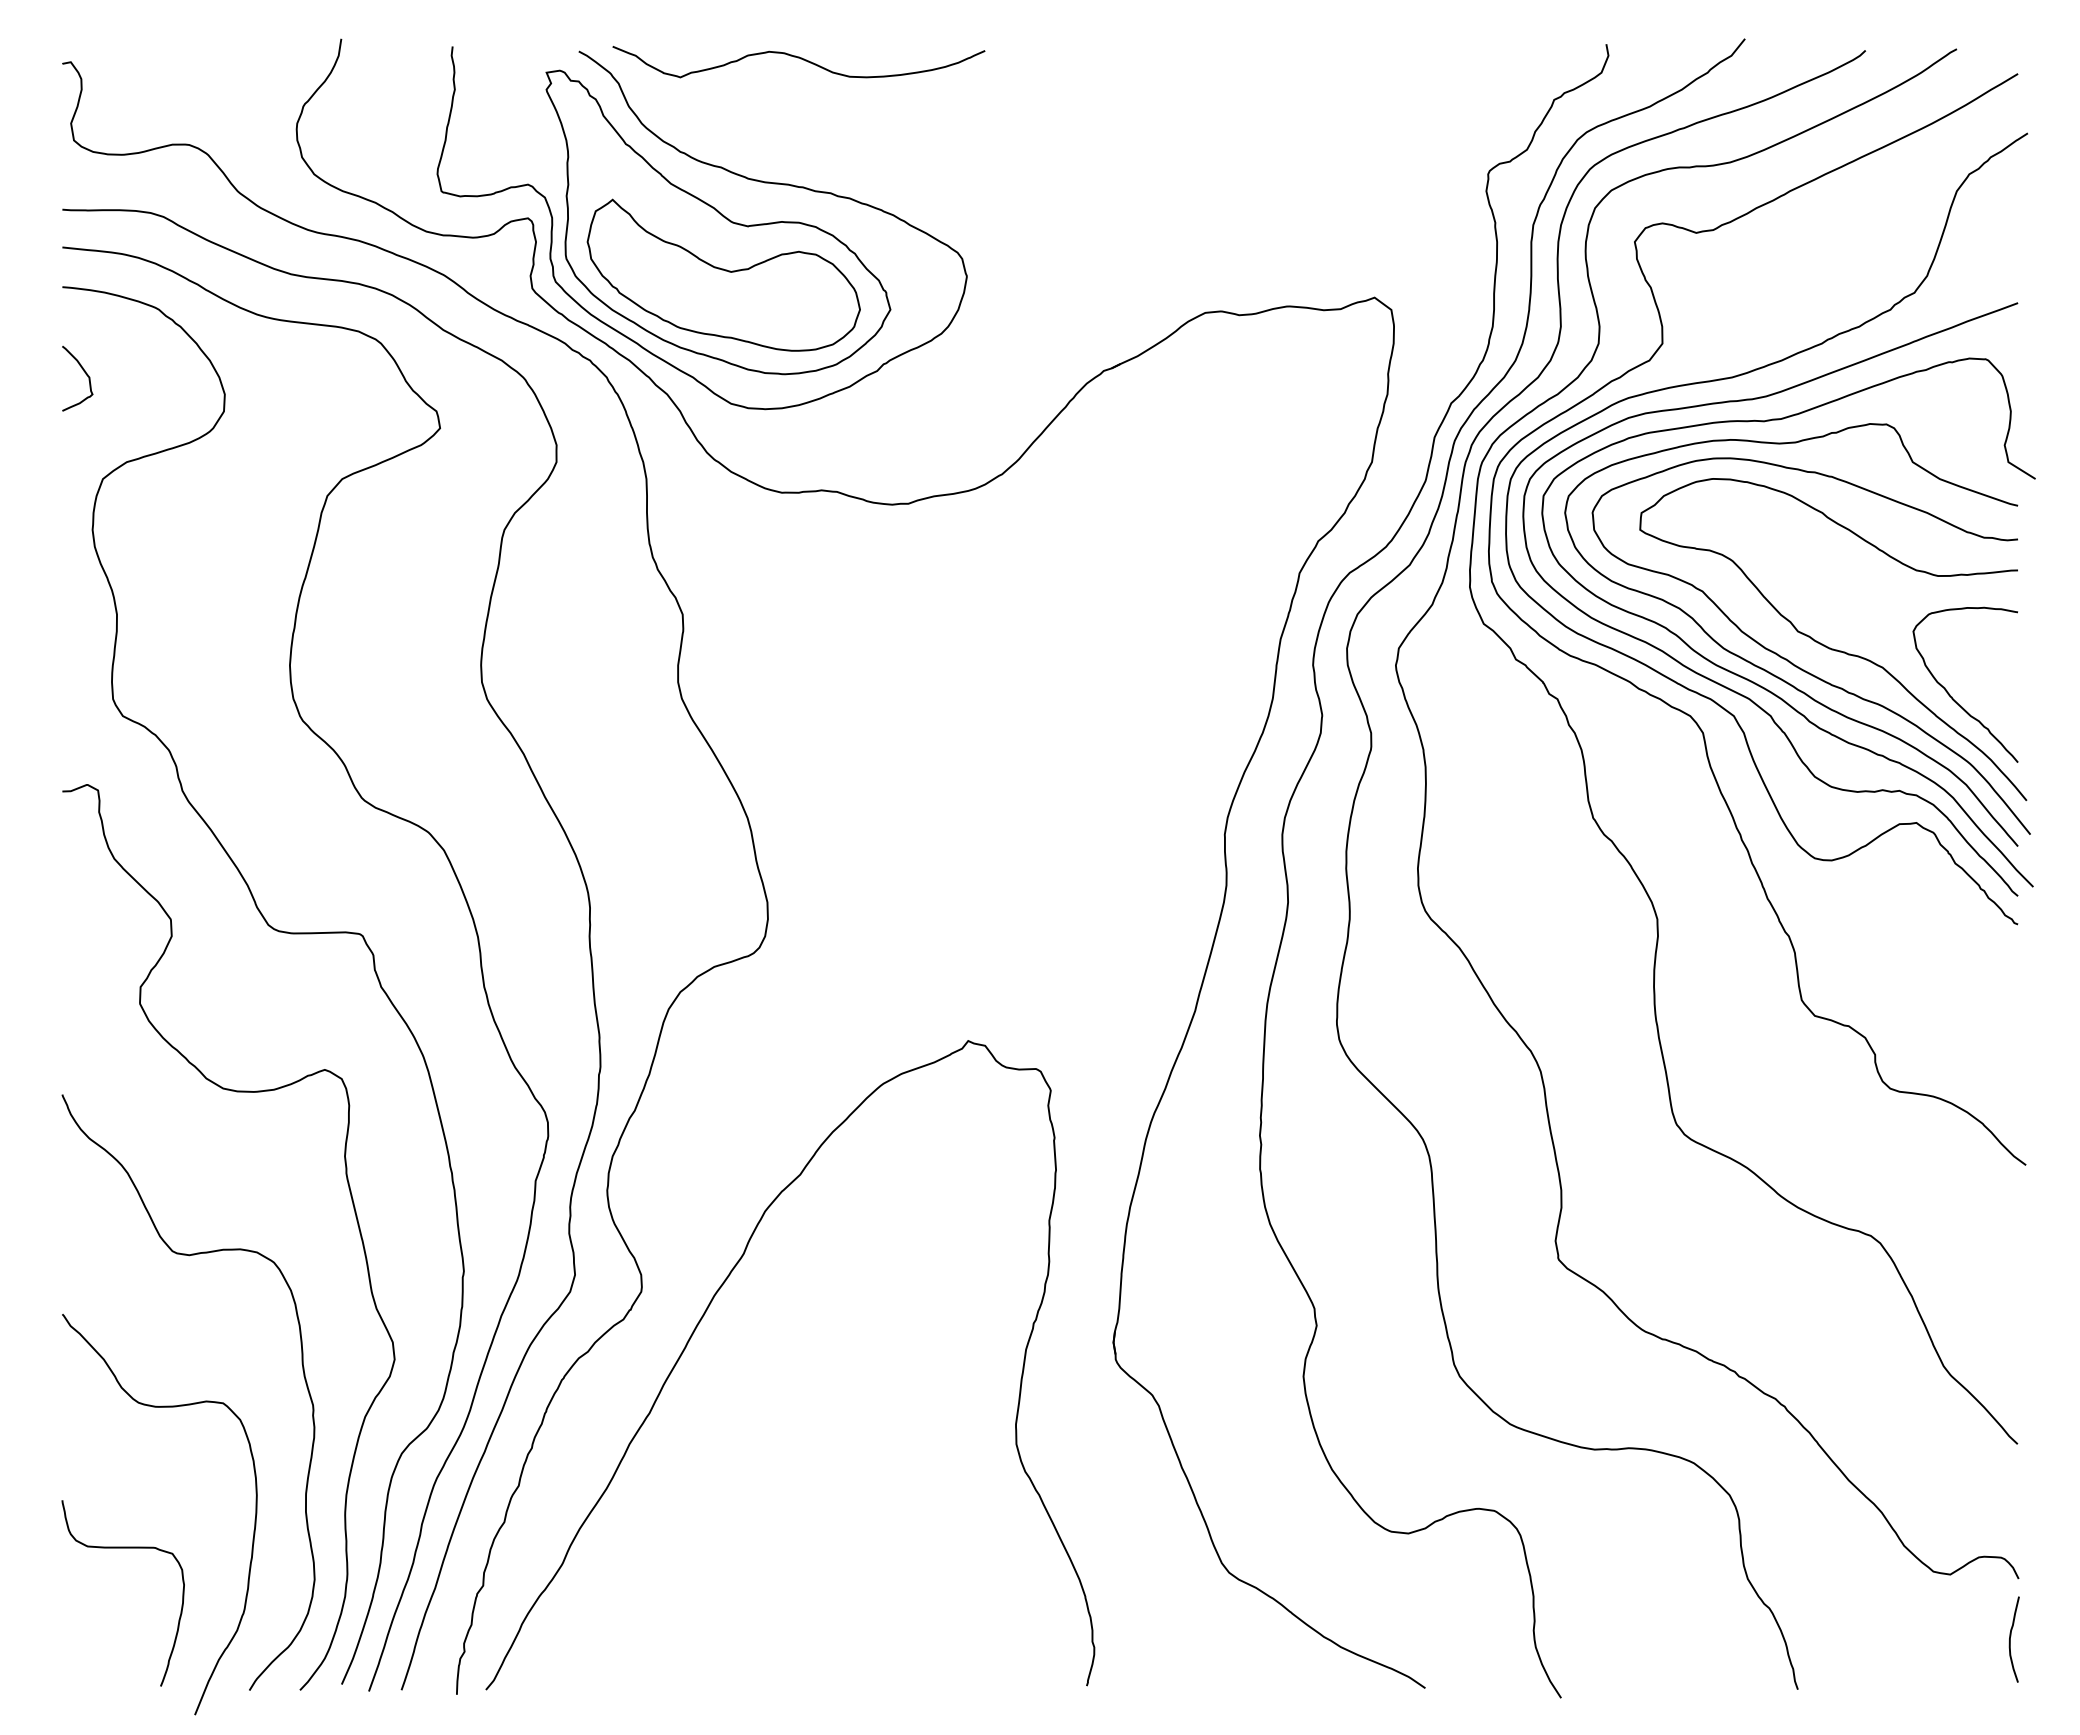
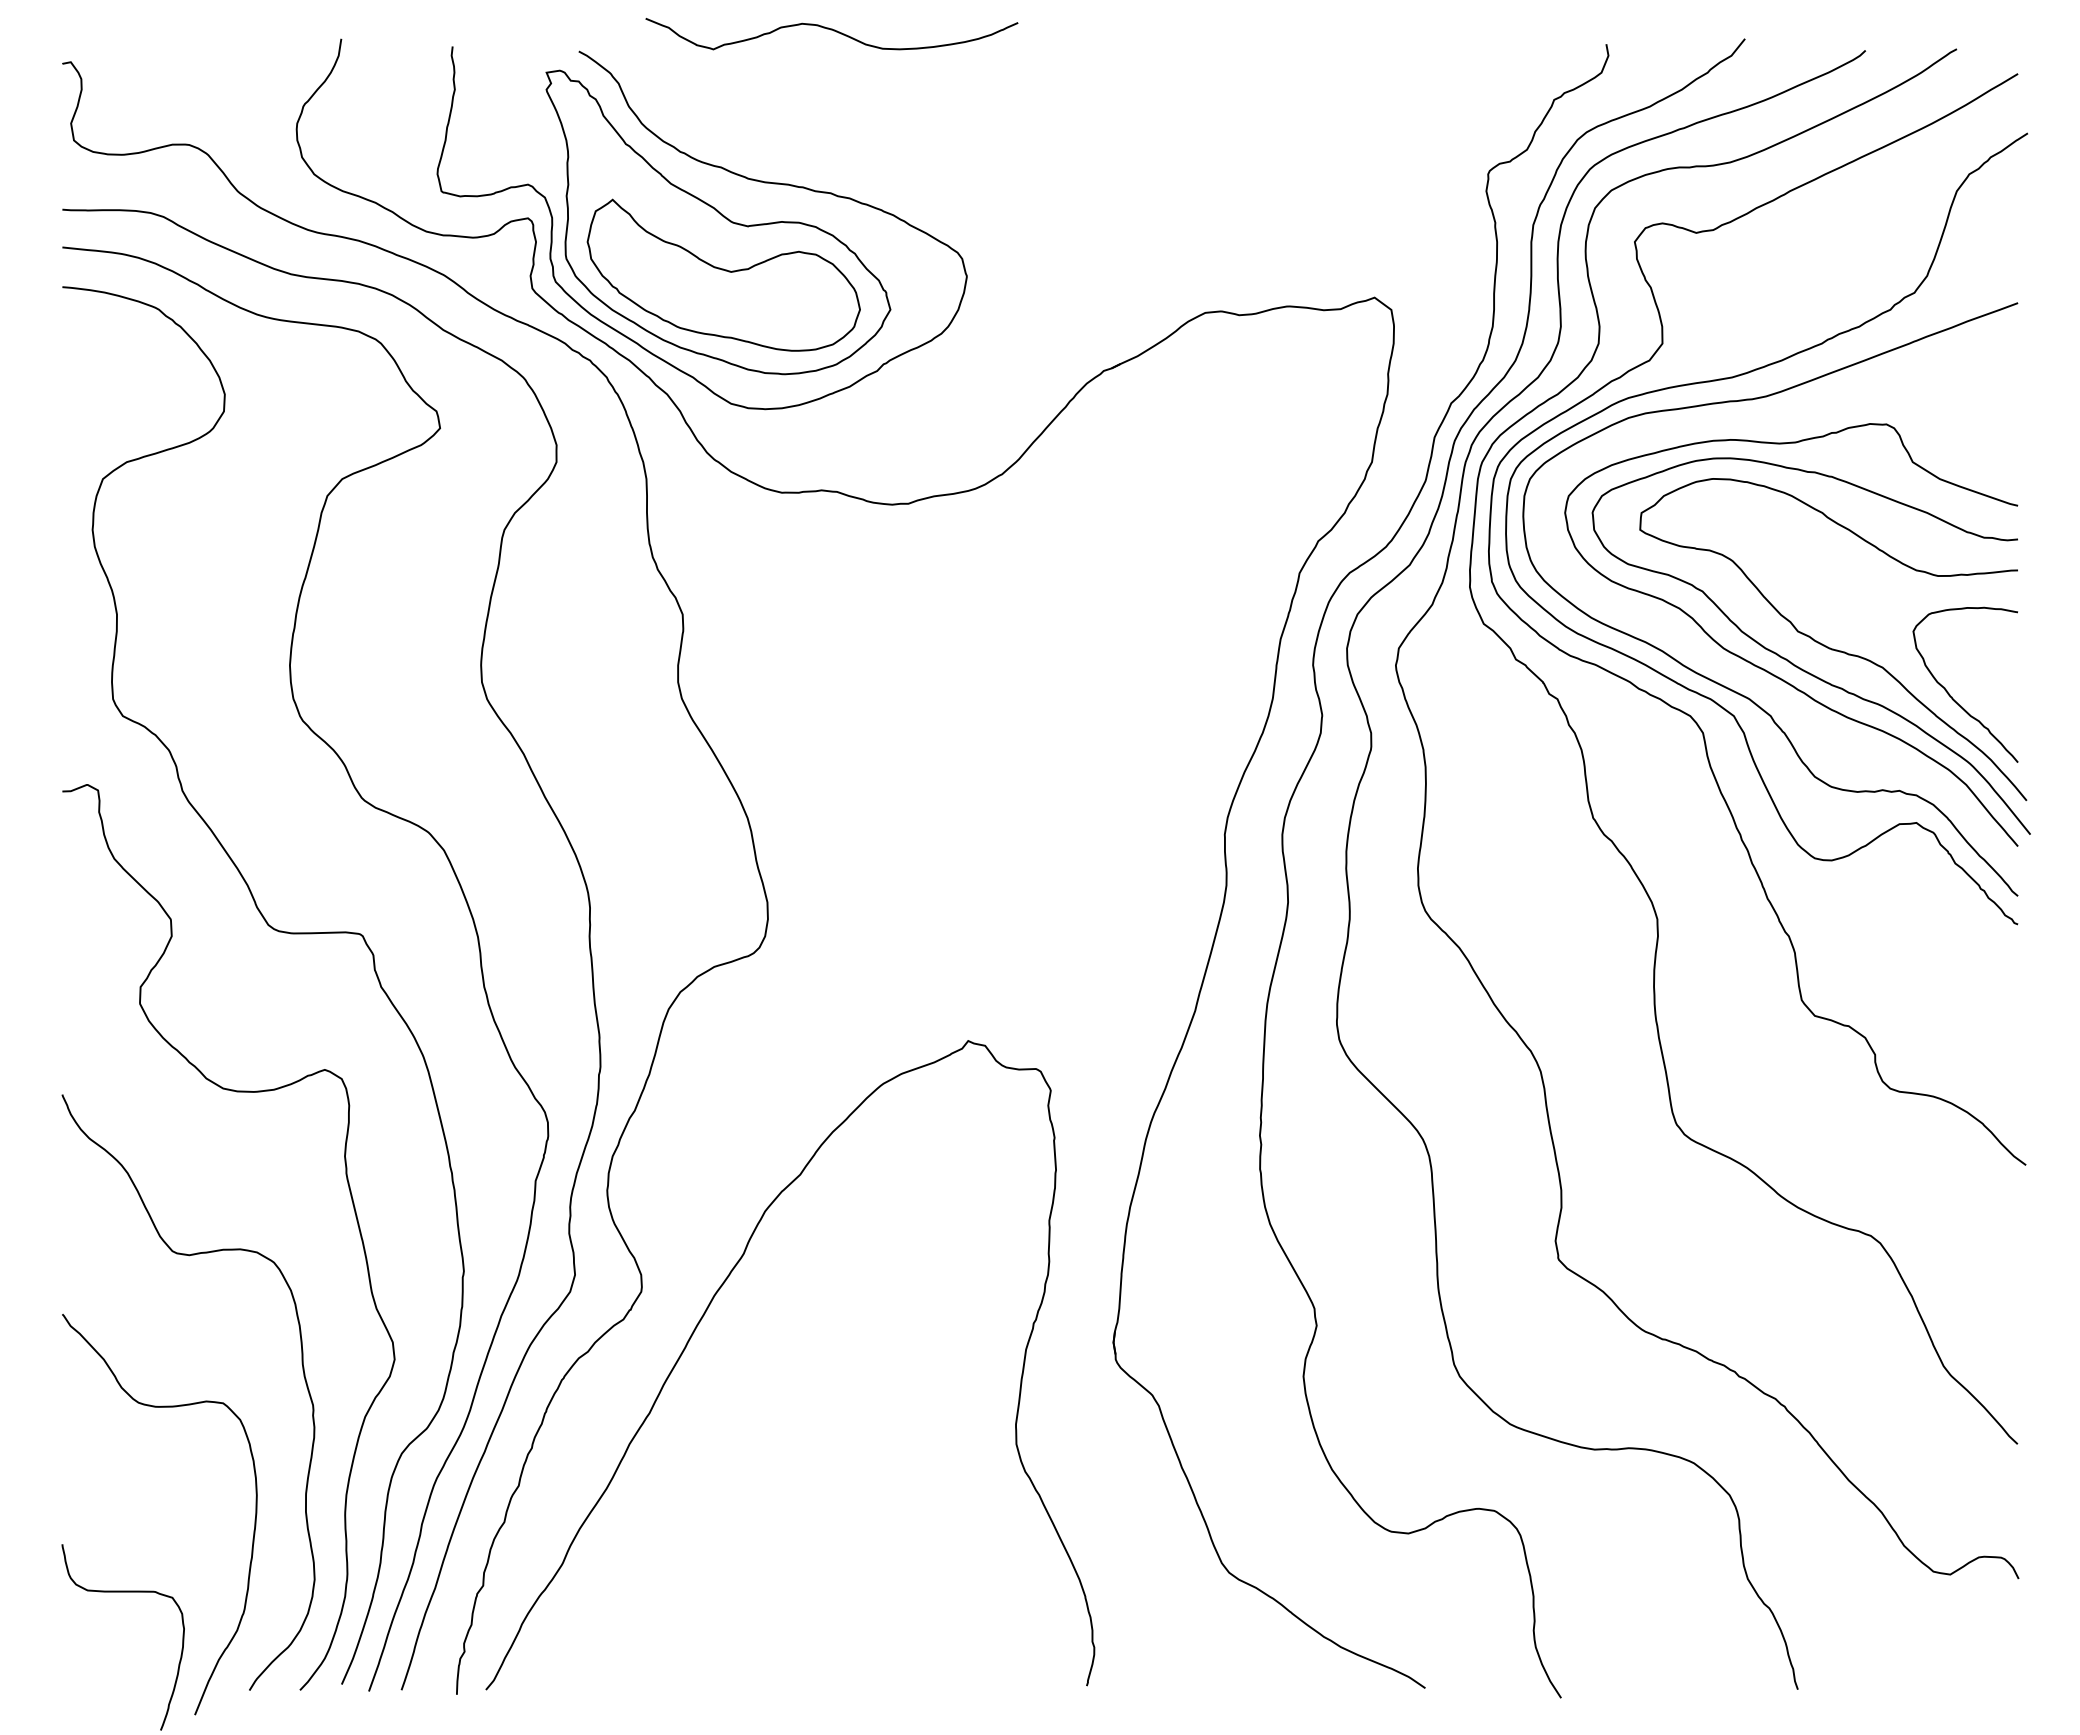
curve at (800, 59) position: (800, 59) -> (833, 31)
curve at (85, 374): present -> none
curve at (1757, 683): present -> none
curve at (122, 1548) position: (122, 1548) -> (122, 1592)
curve at (2010, 1639): present -> none
